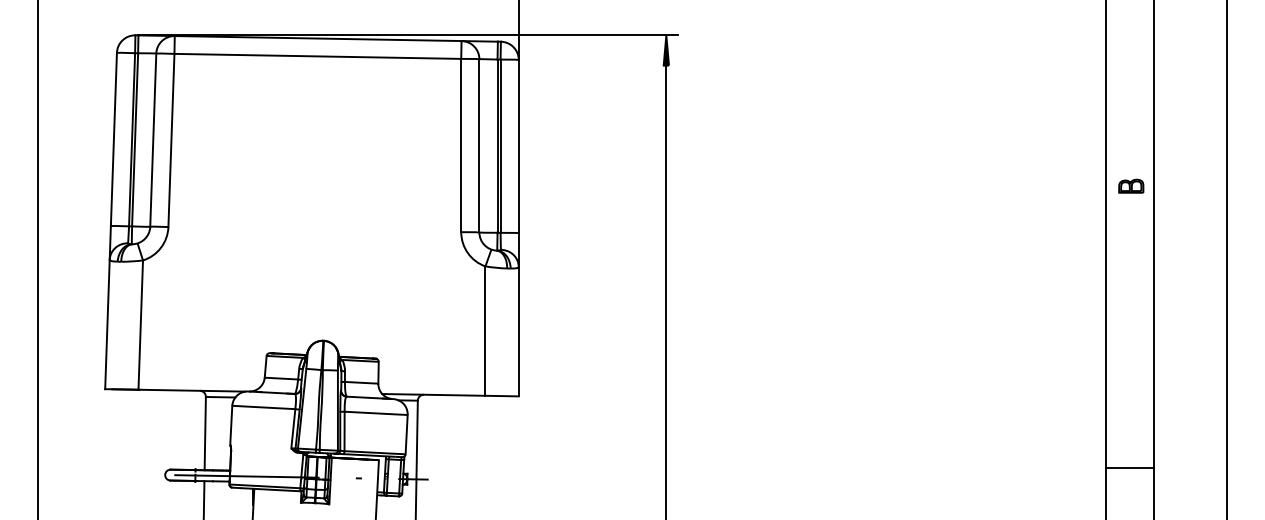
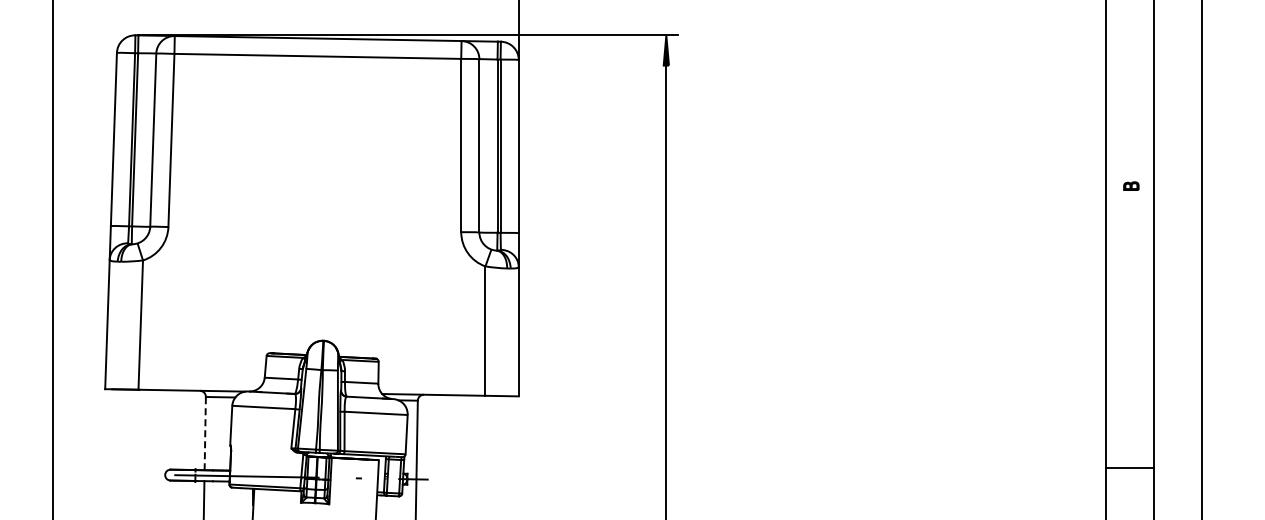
part at (1131, 185) size: 27x16 px -> 17x10 px
line at (37, 259) position: (37, 259) -> (52, 259)
line at (1227, 259) position: (1227, 259) -> (1202, 259)
line at (205, 433): solid -> dashed
